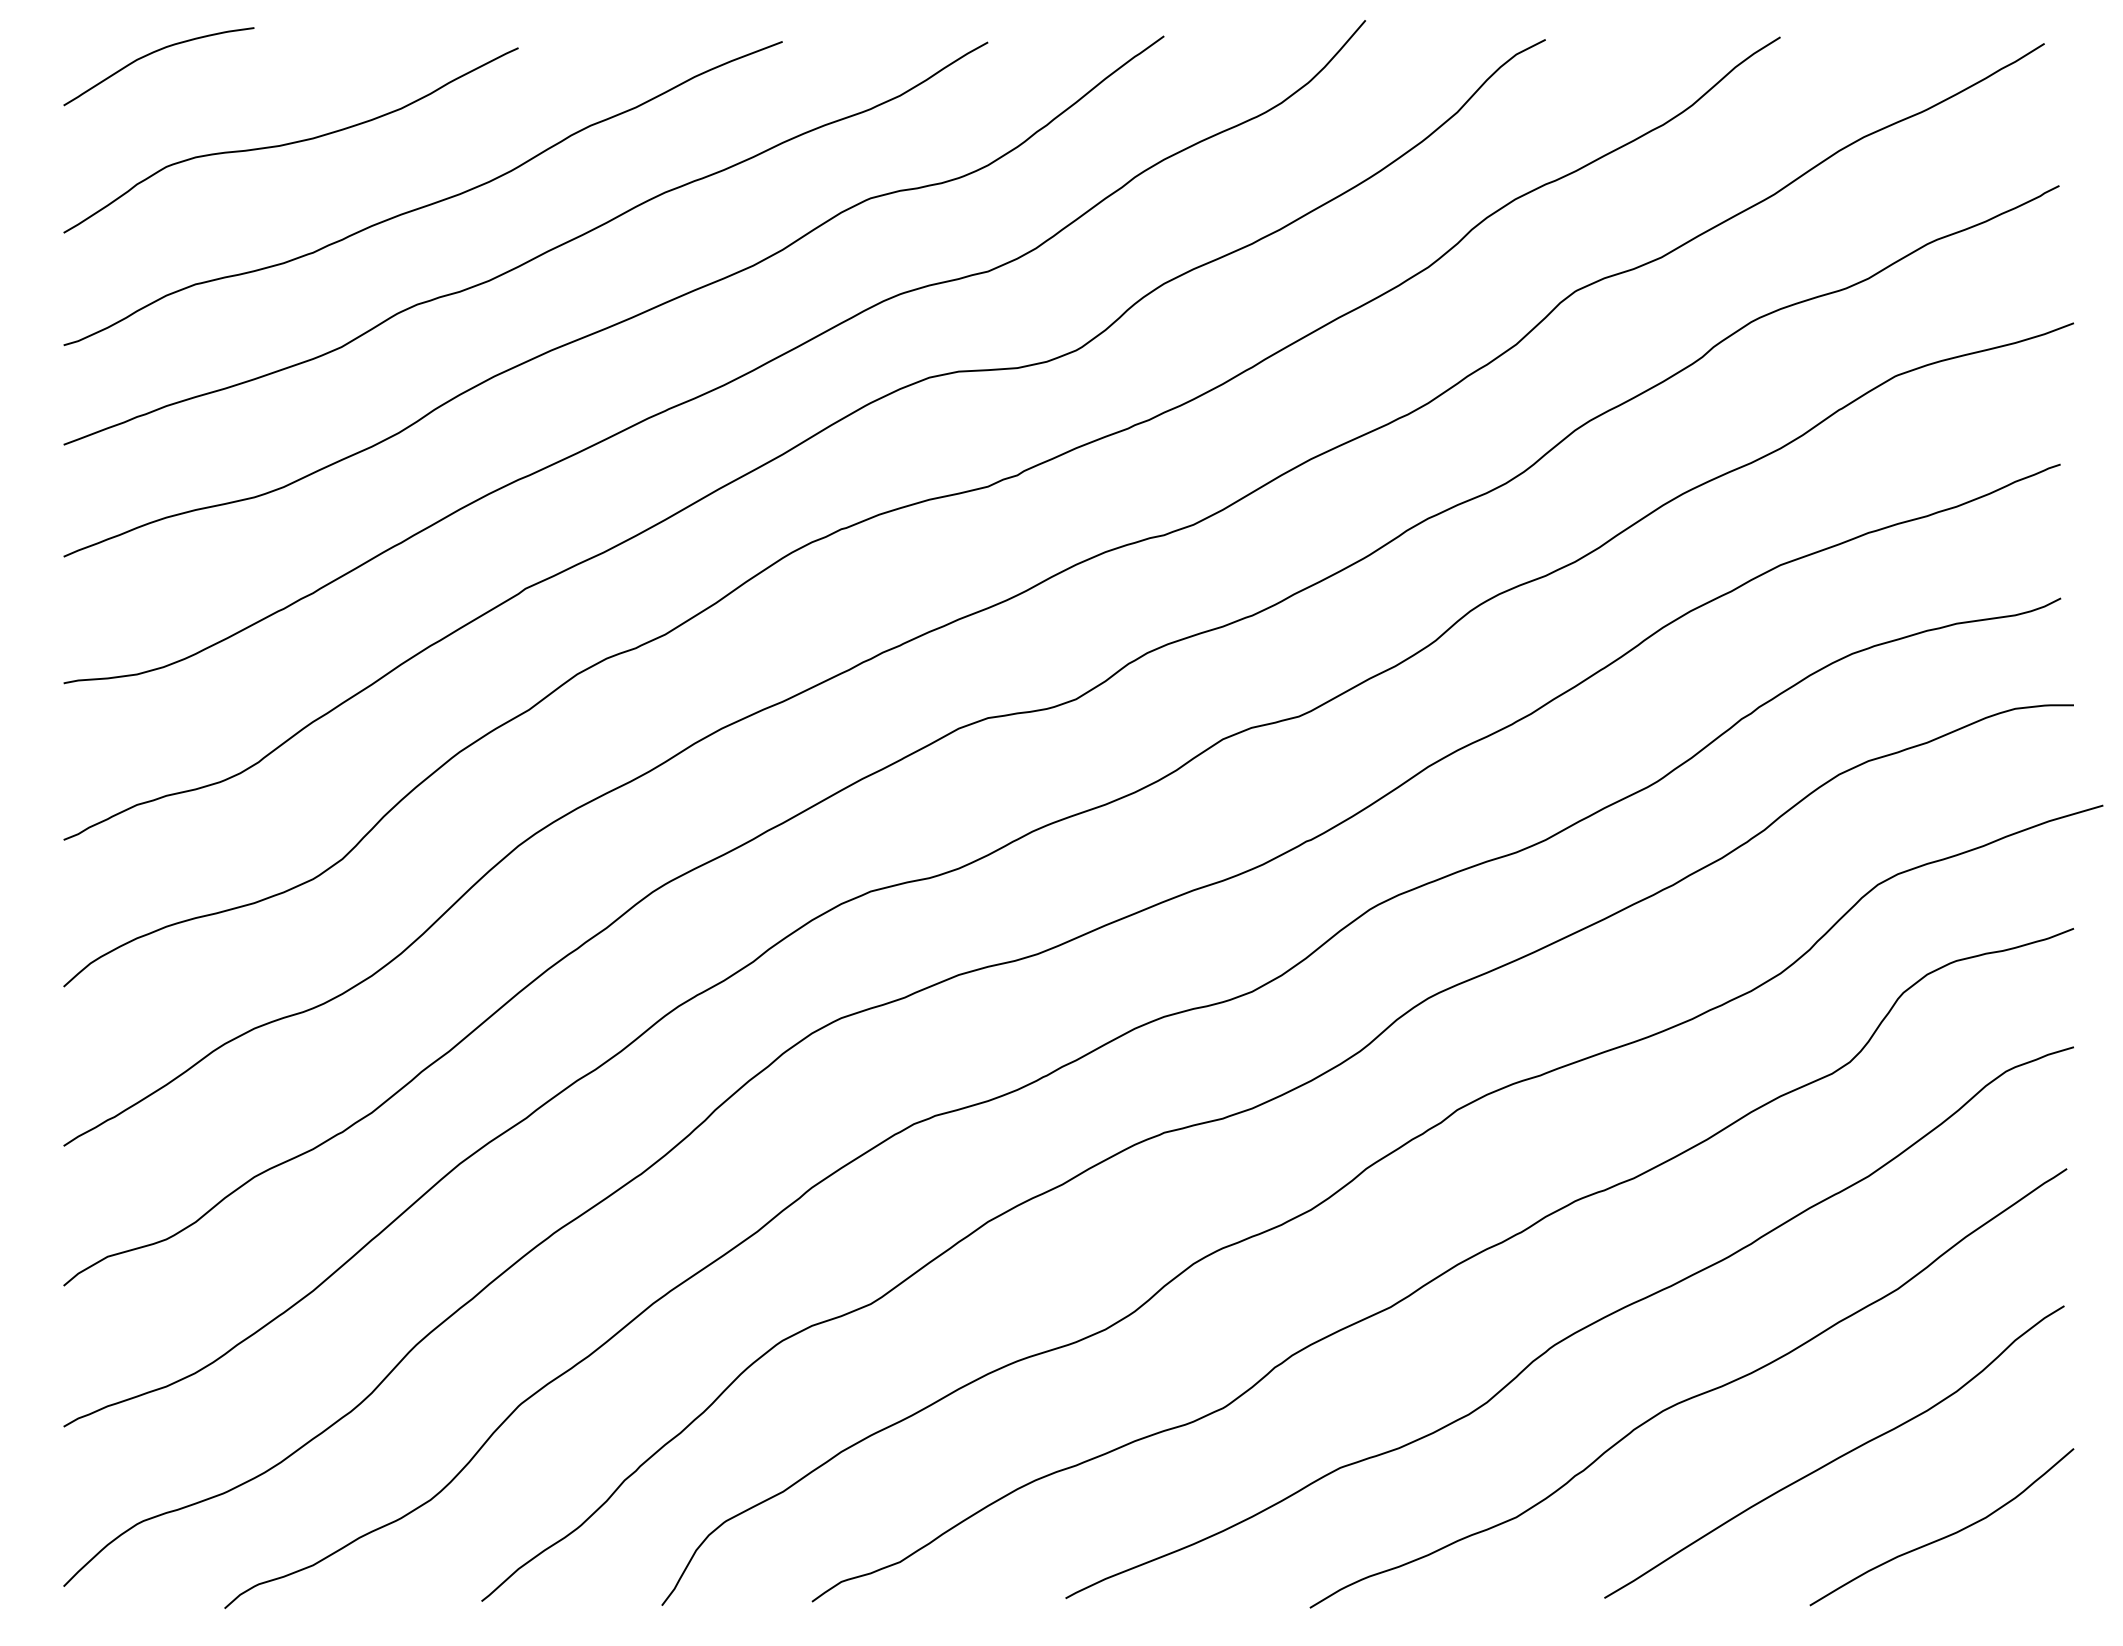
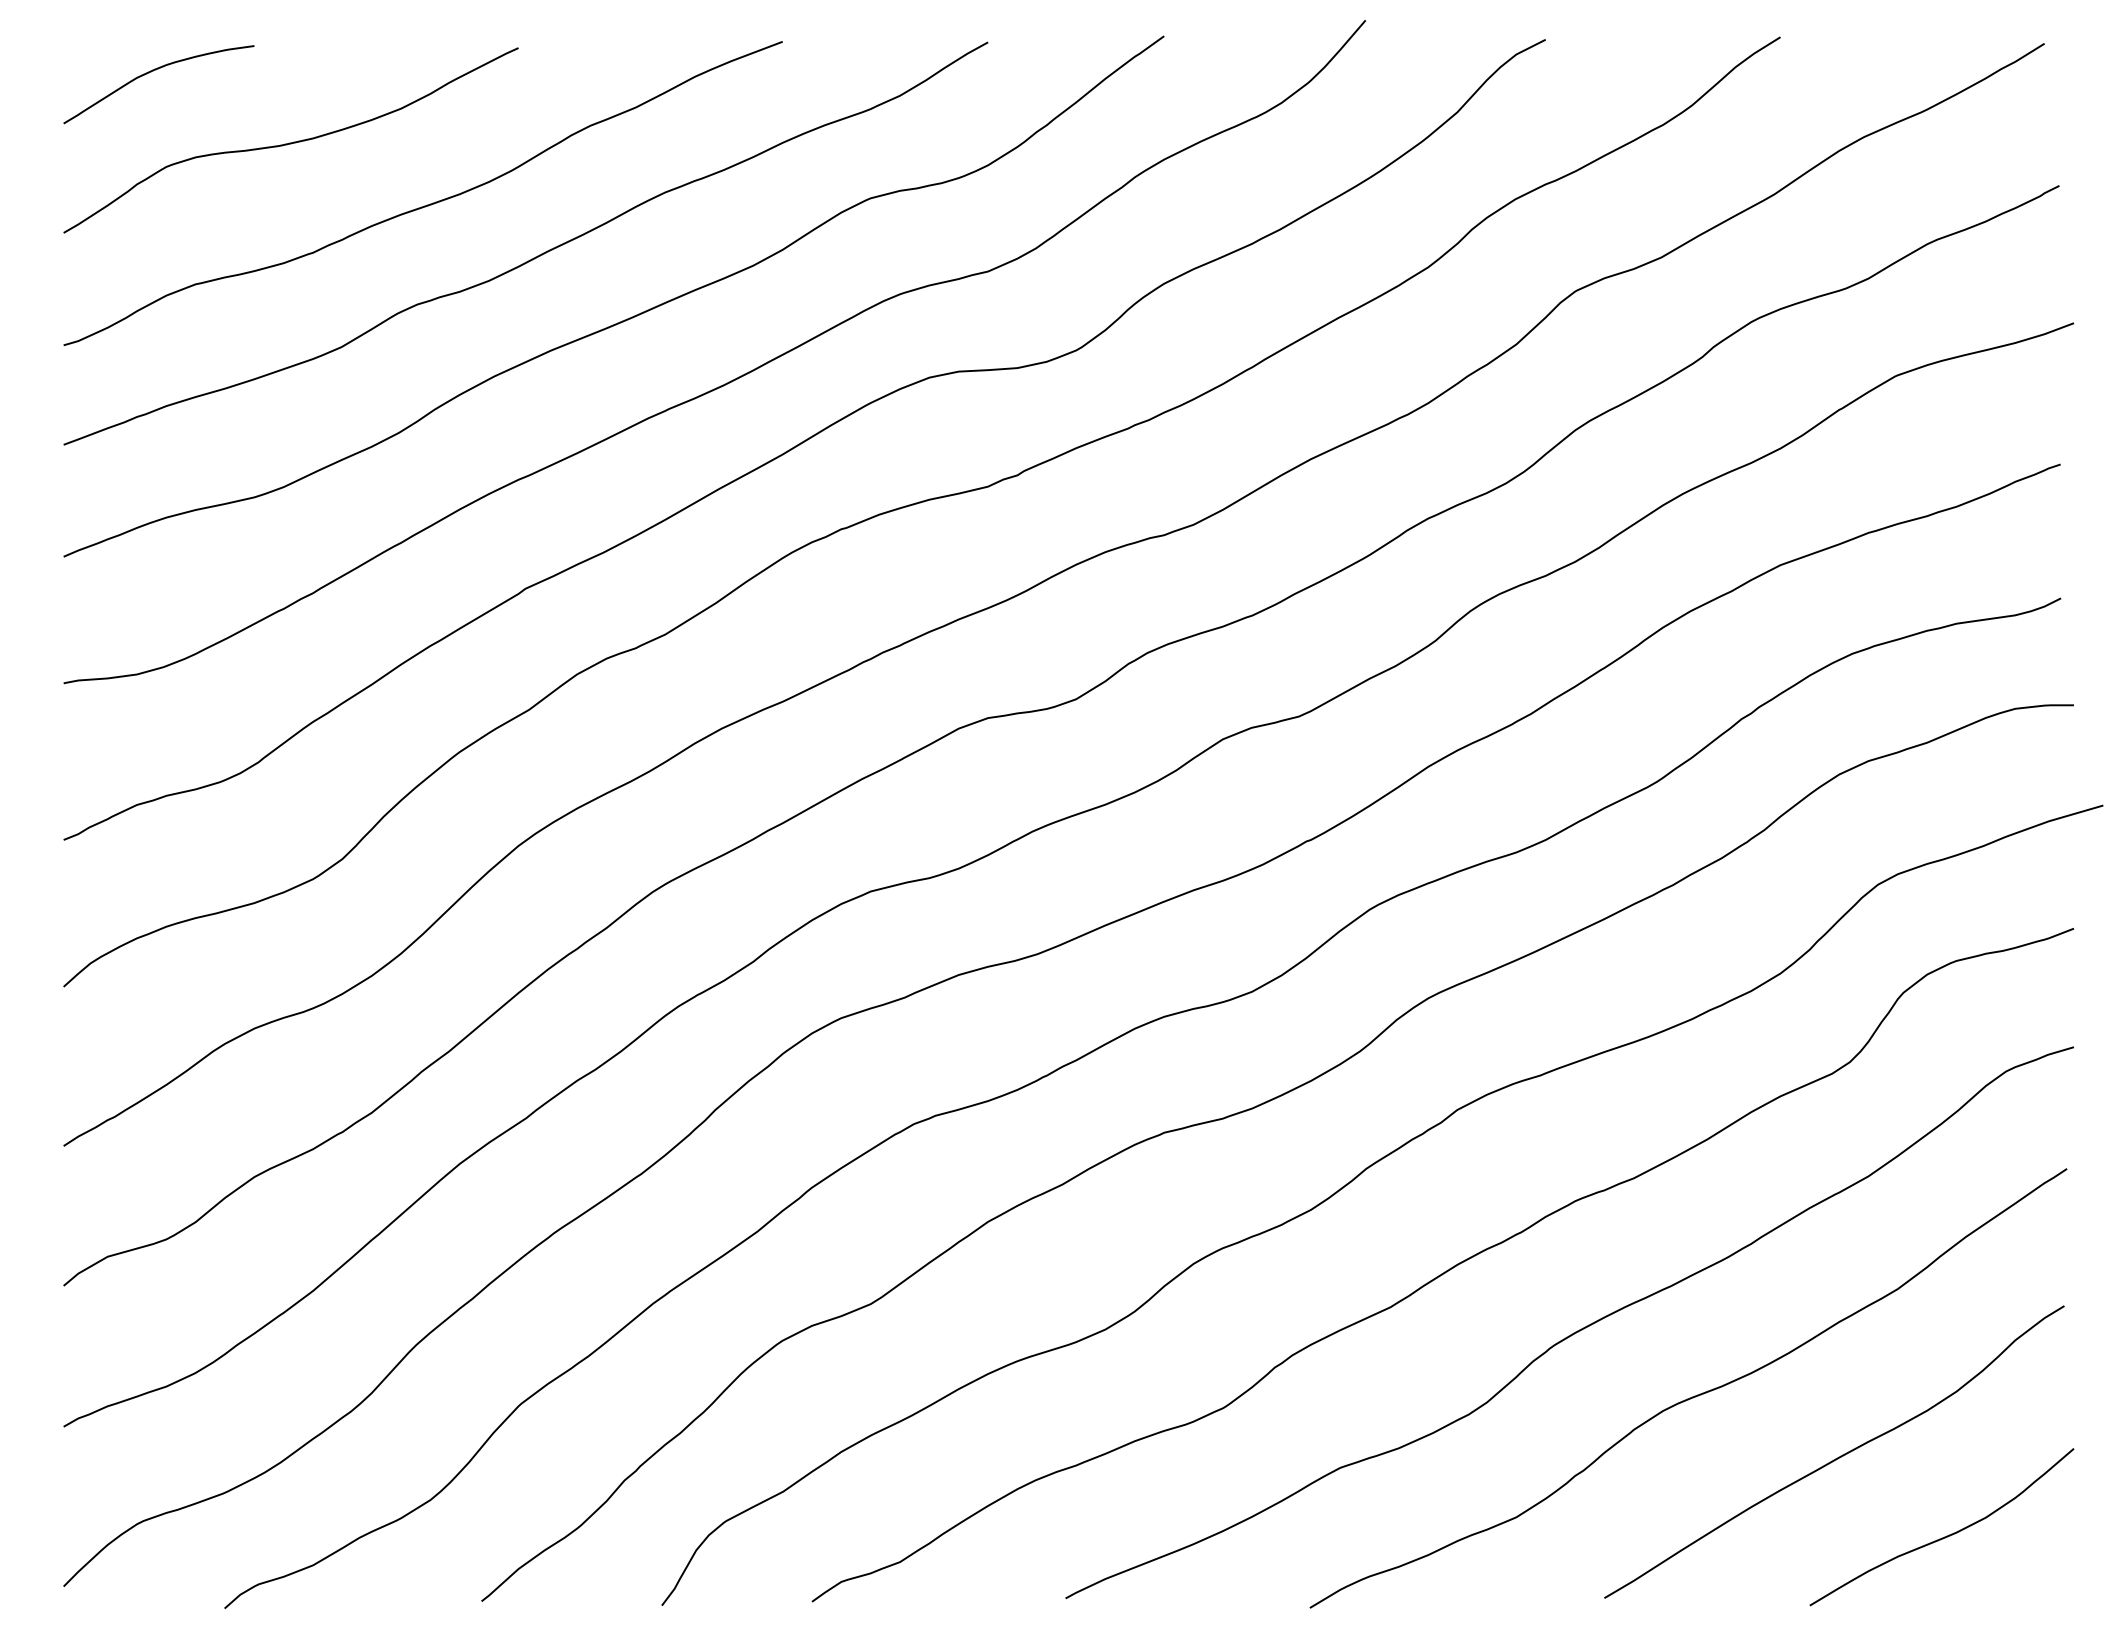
curve at (151, 54) position: (151, 54) -> (151, 72)
